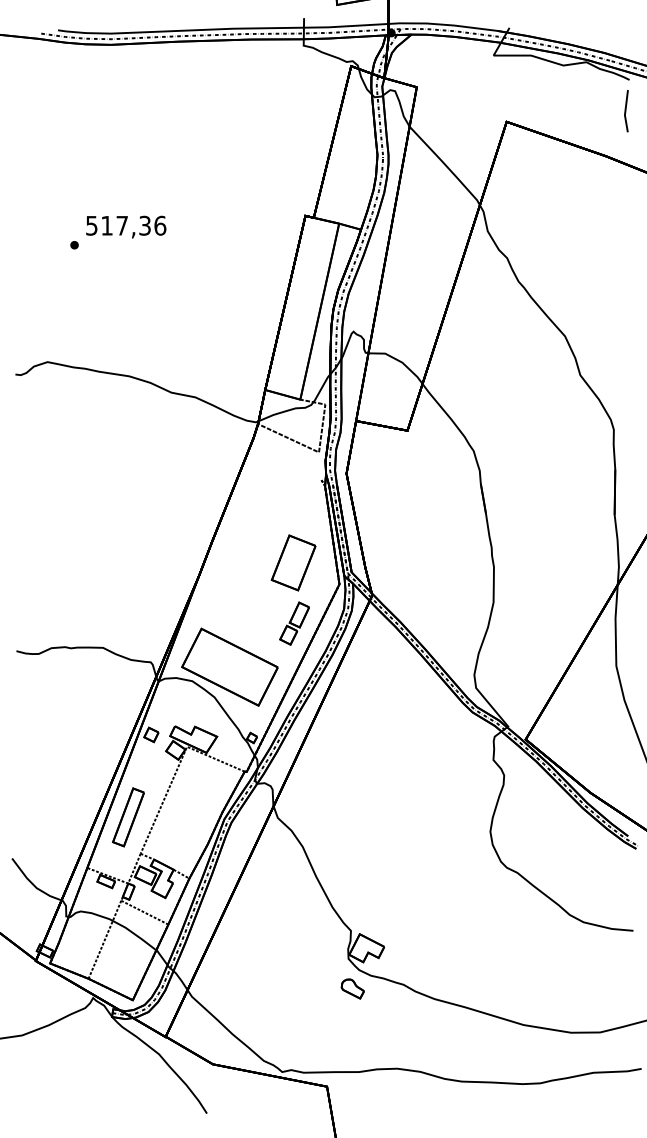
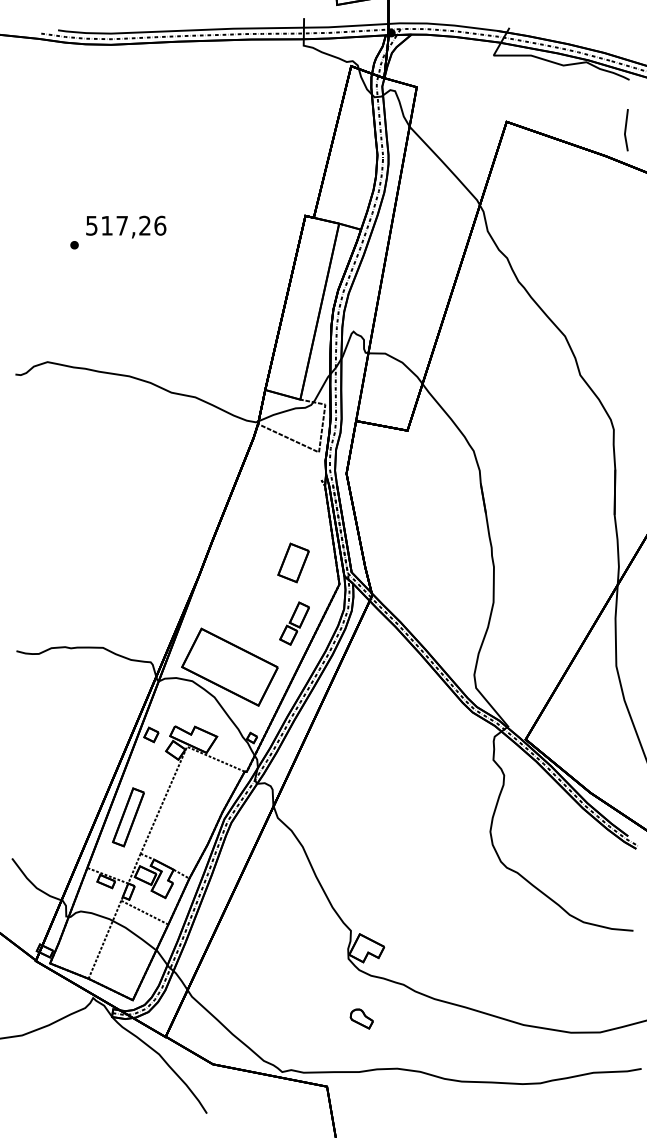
line at (626, 111) position: (626, 111) -> (626, 130)
text at (144, 225): 517,36 -> 517,26
part at (293, 562) size: 47x58 px -> 33x42 px
part at (352, 988) position: (352, 988) -> (361, 1018)
